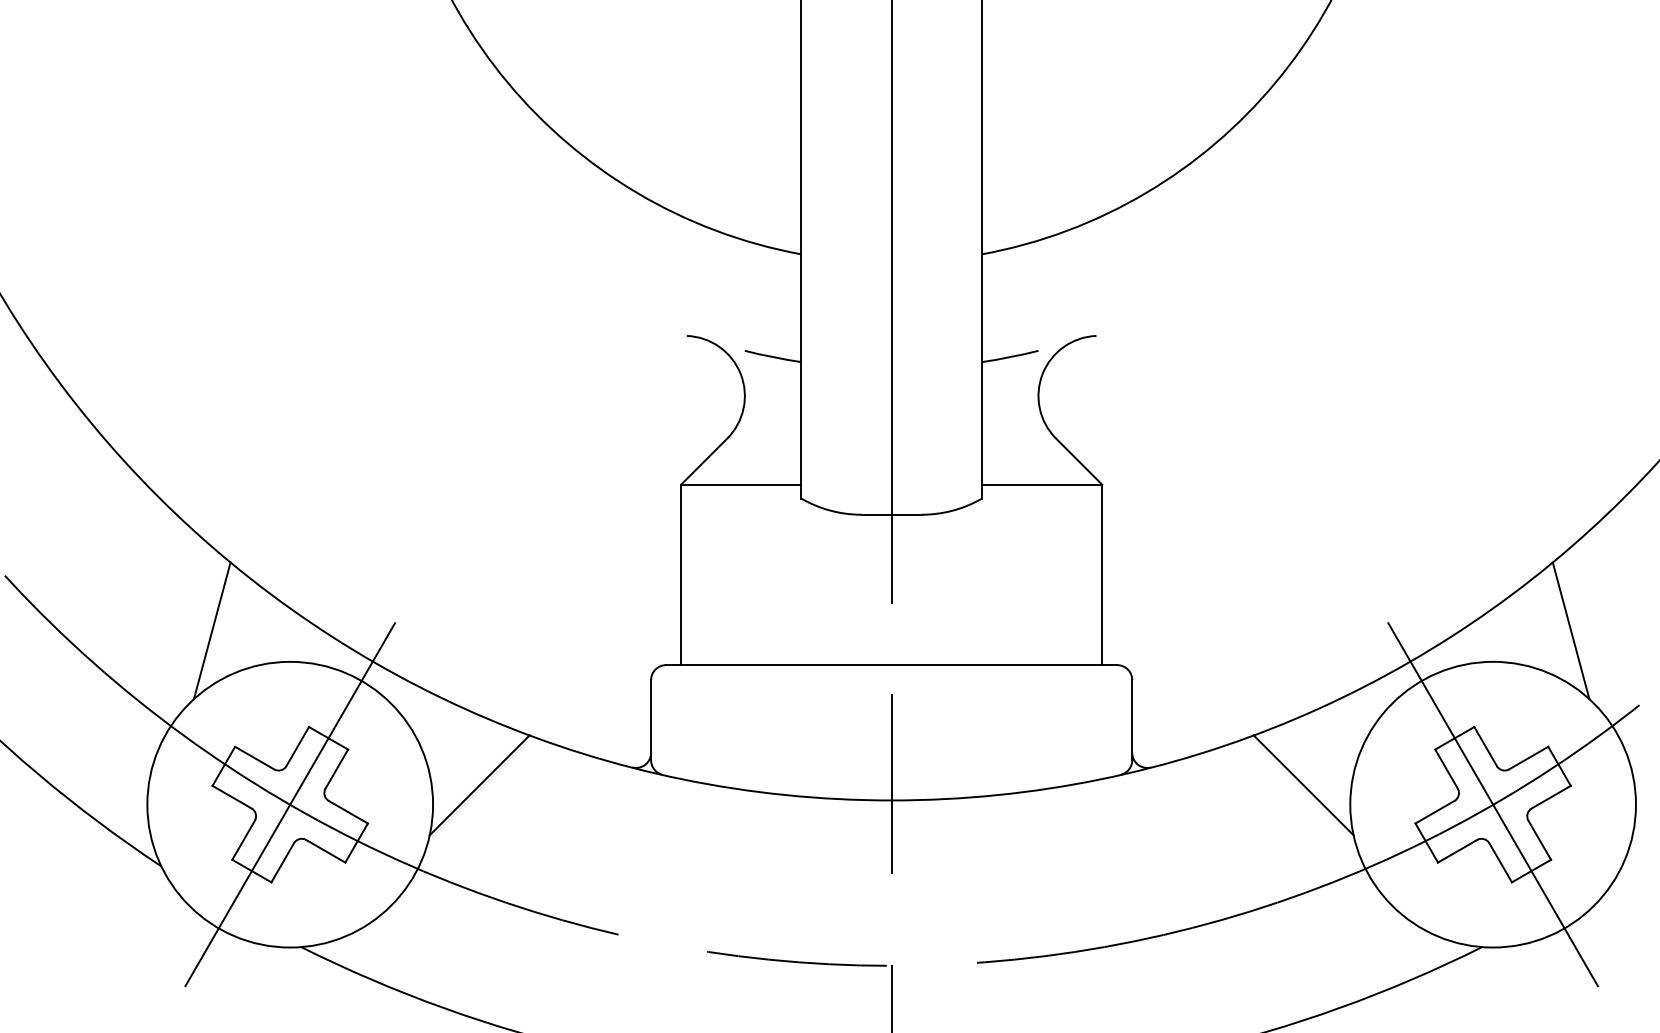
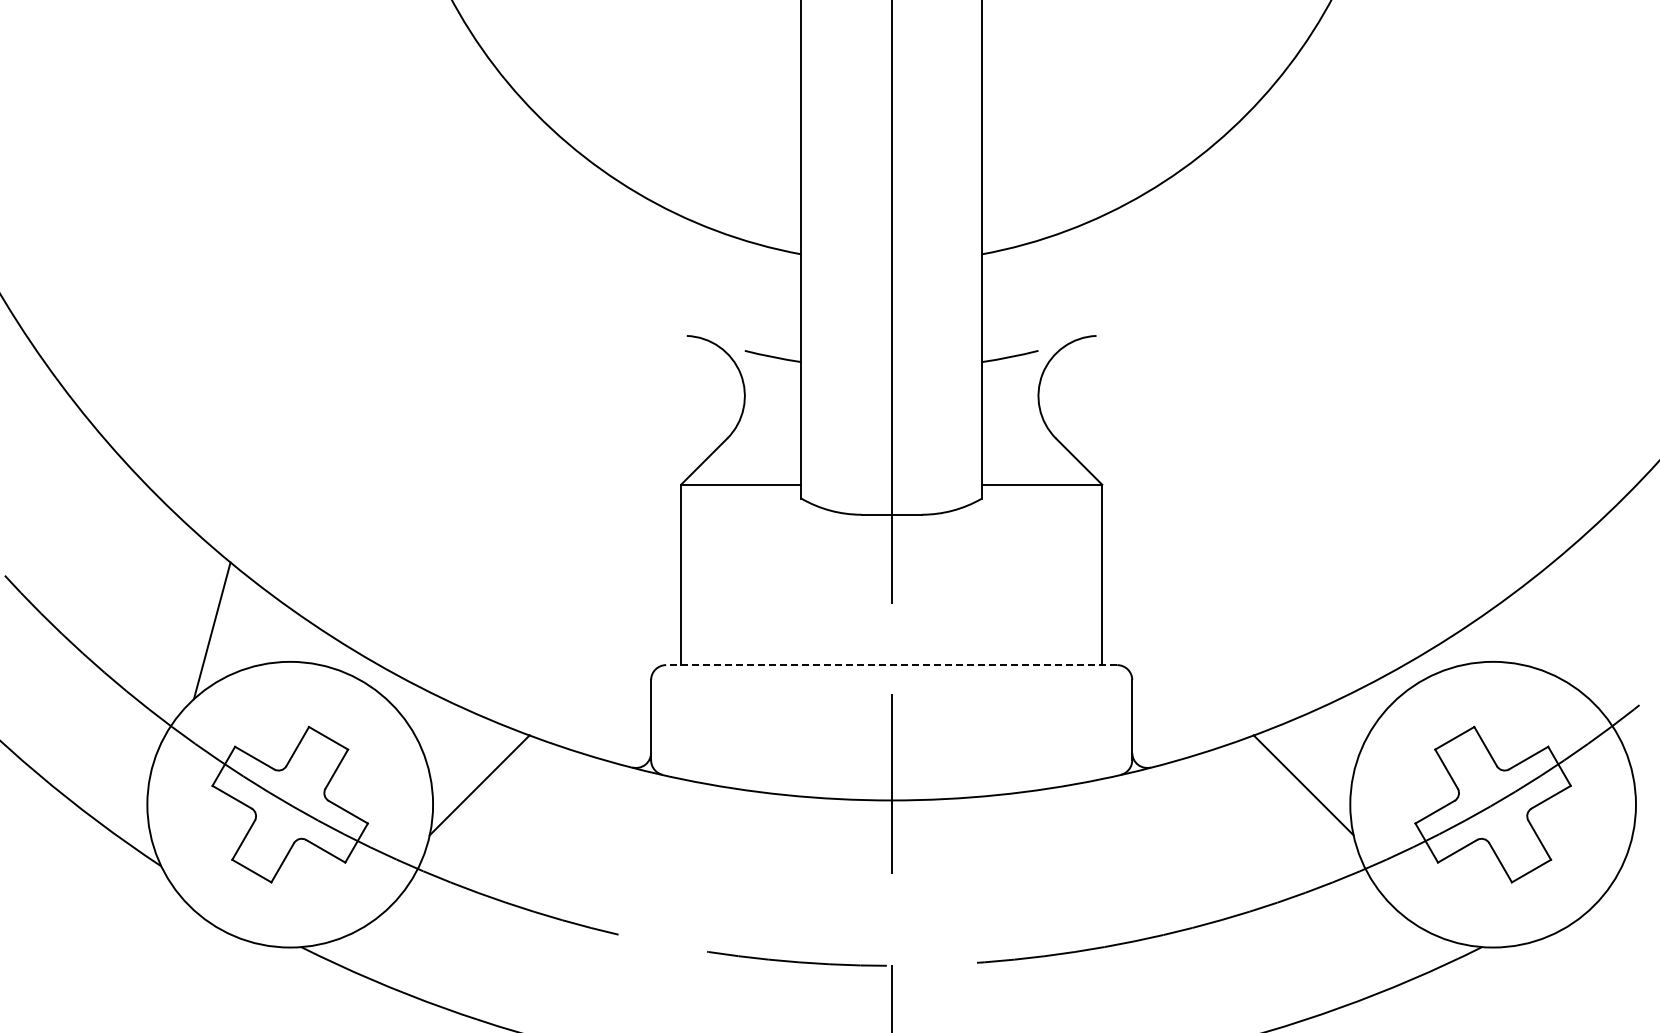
line at (1570, 630): present -> none
line at (891, 665): solid -> dashed
line at (289, 804): present -> none
line at (1492, 804): present -> none
